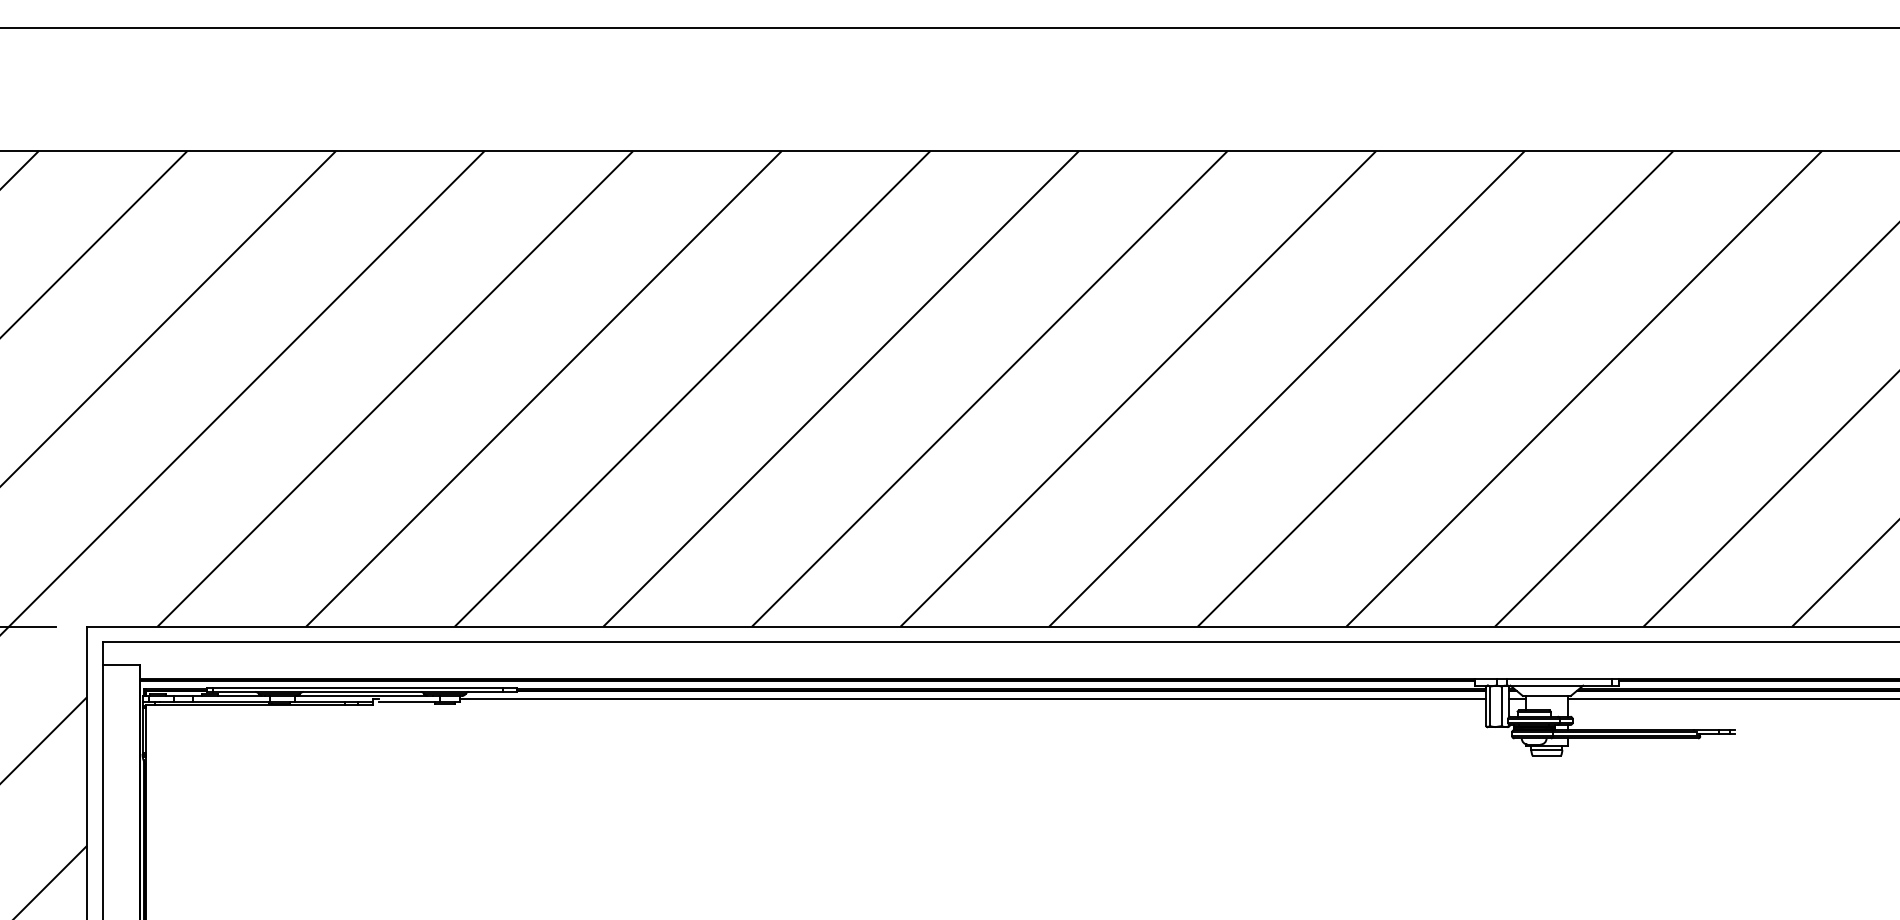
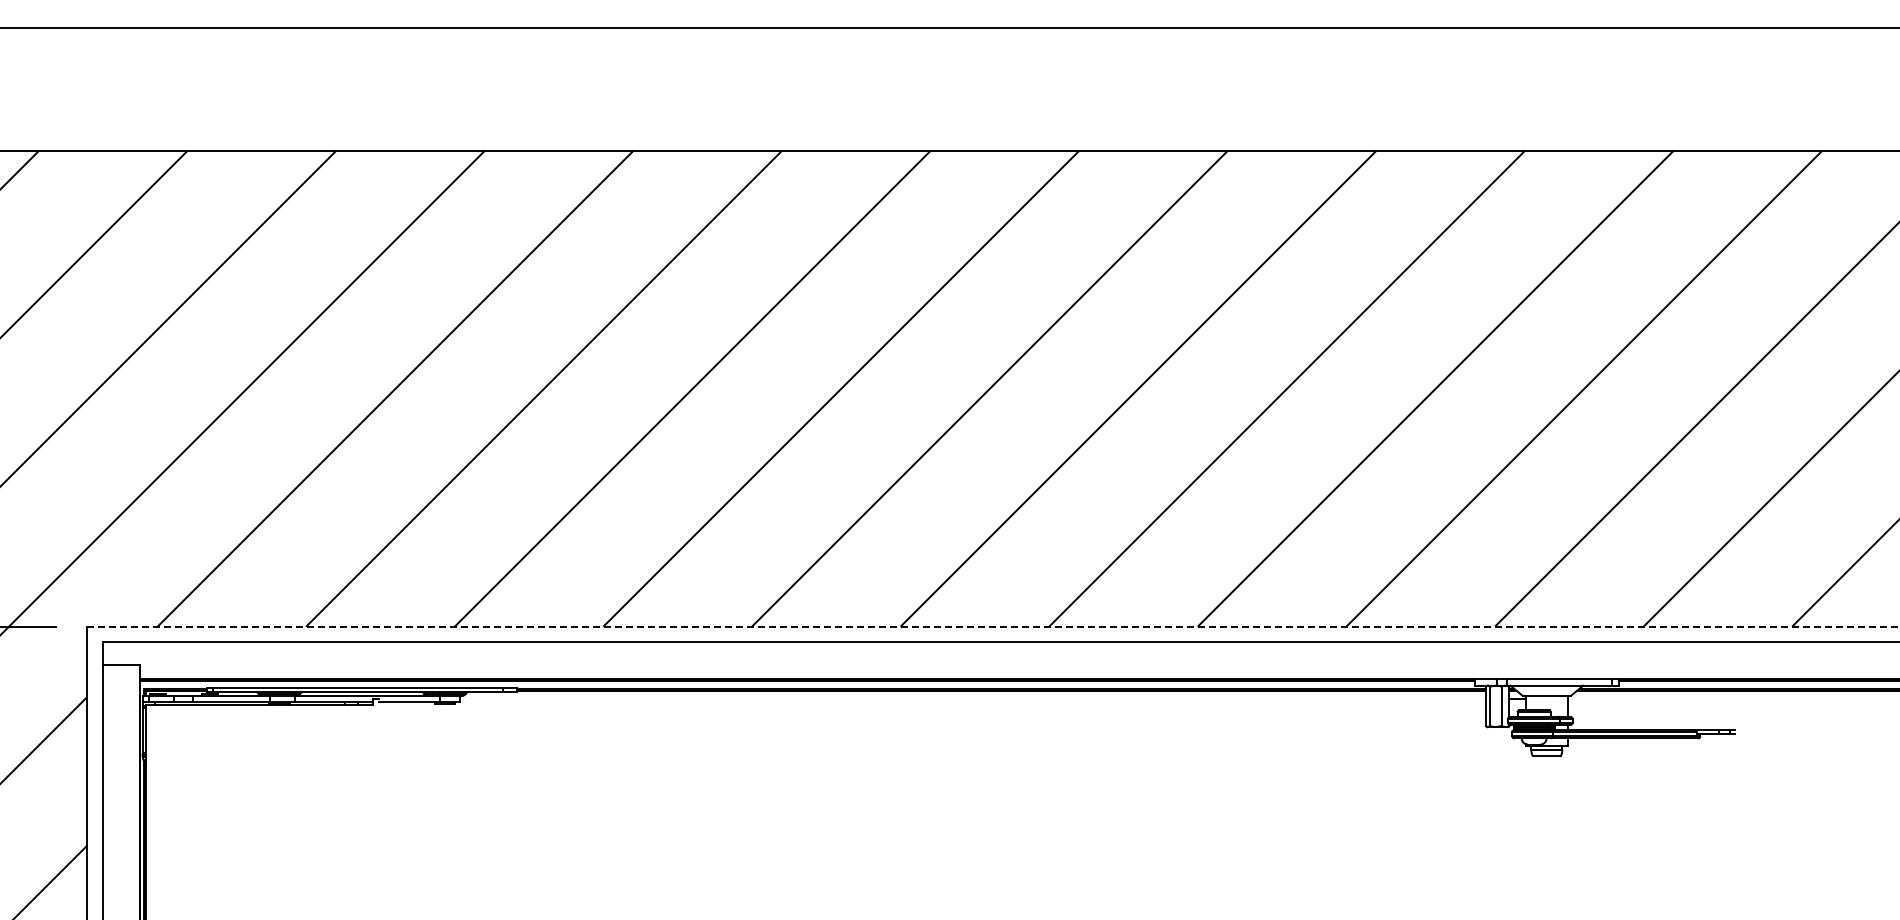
line at (994, 626): solid -> dashed
line at (973, 699): present -> none
line at (1731, 699): present -> none
